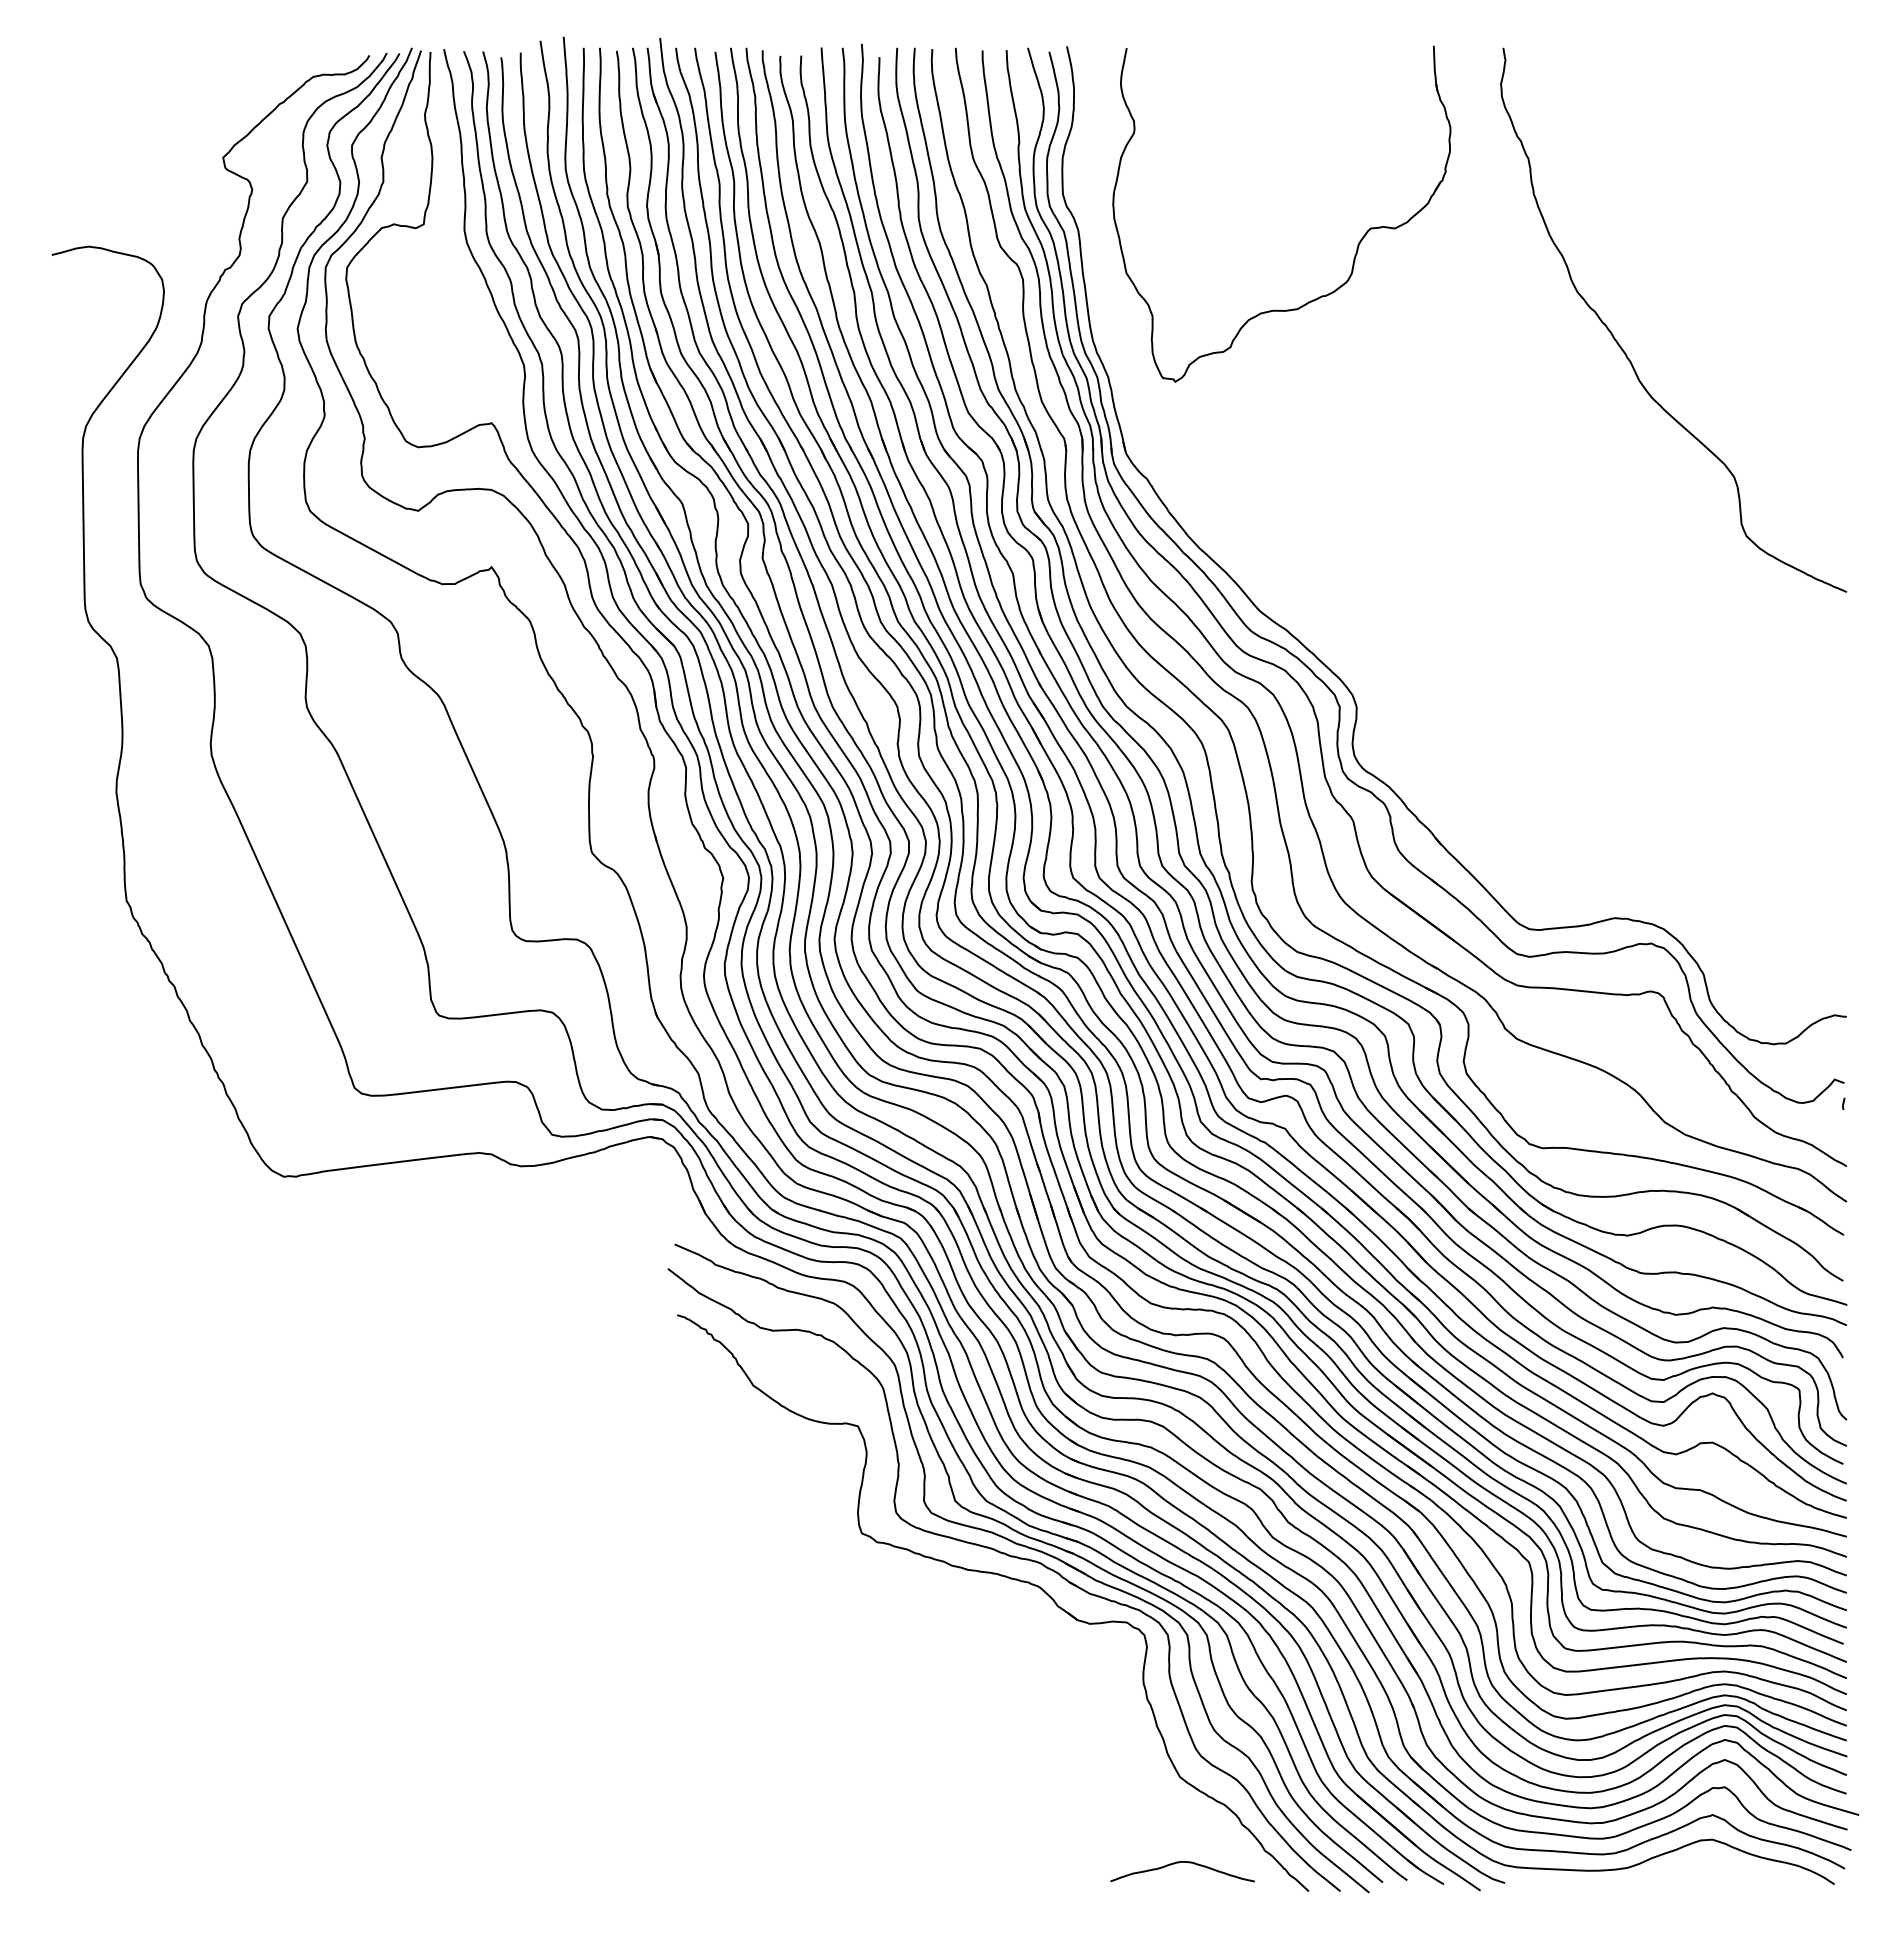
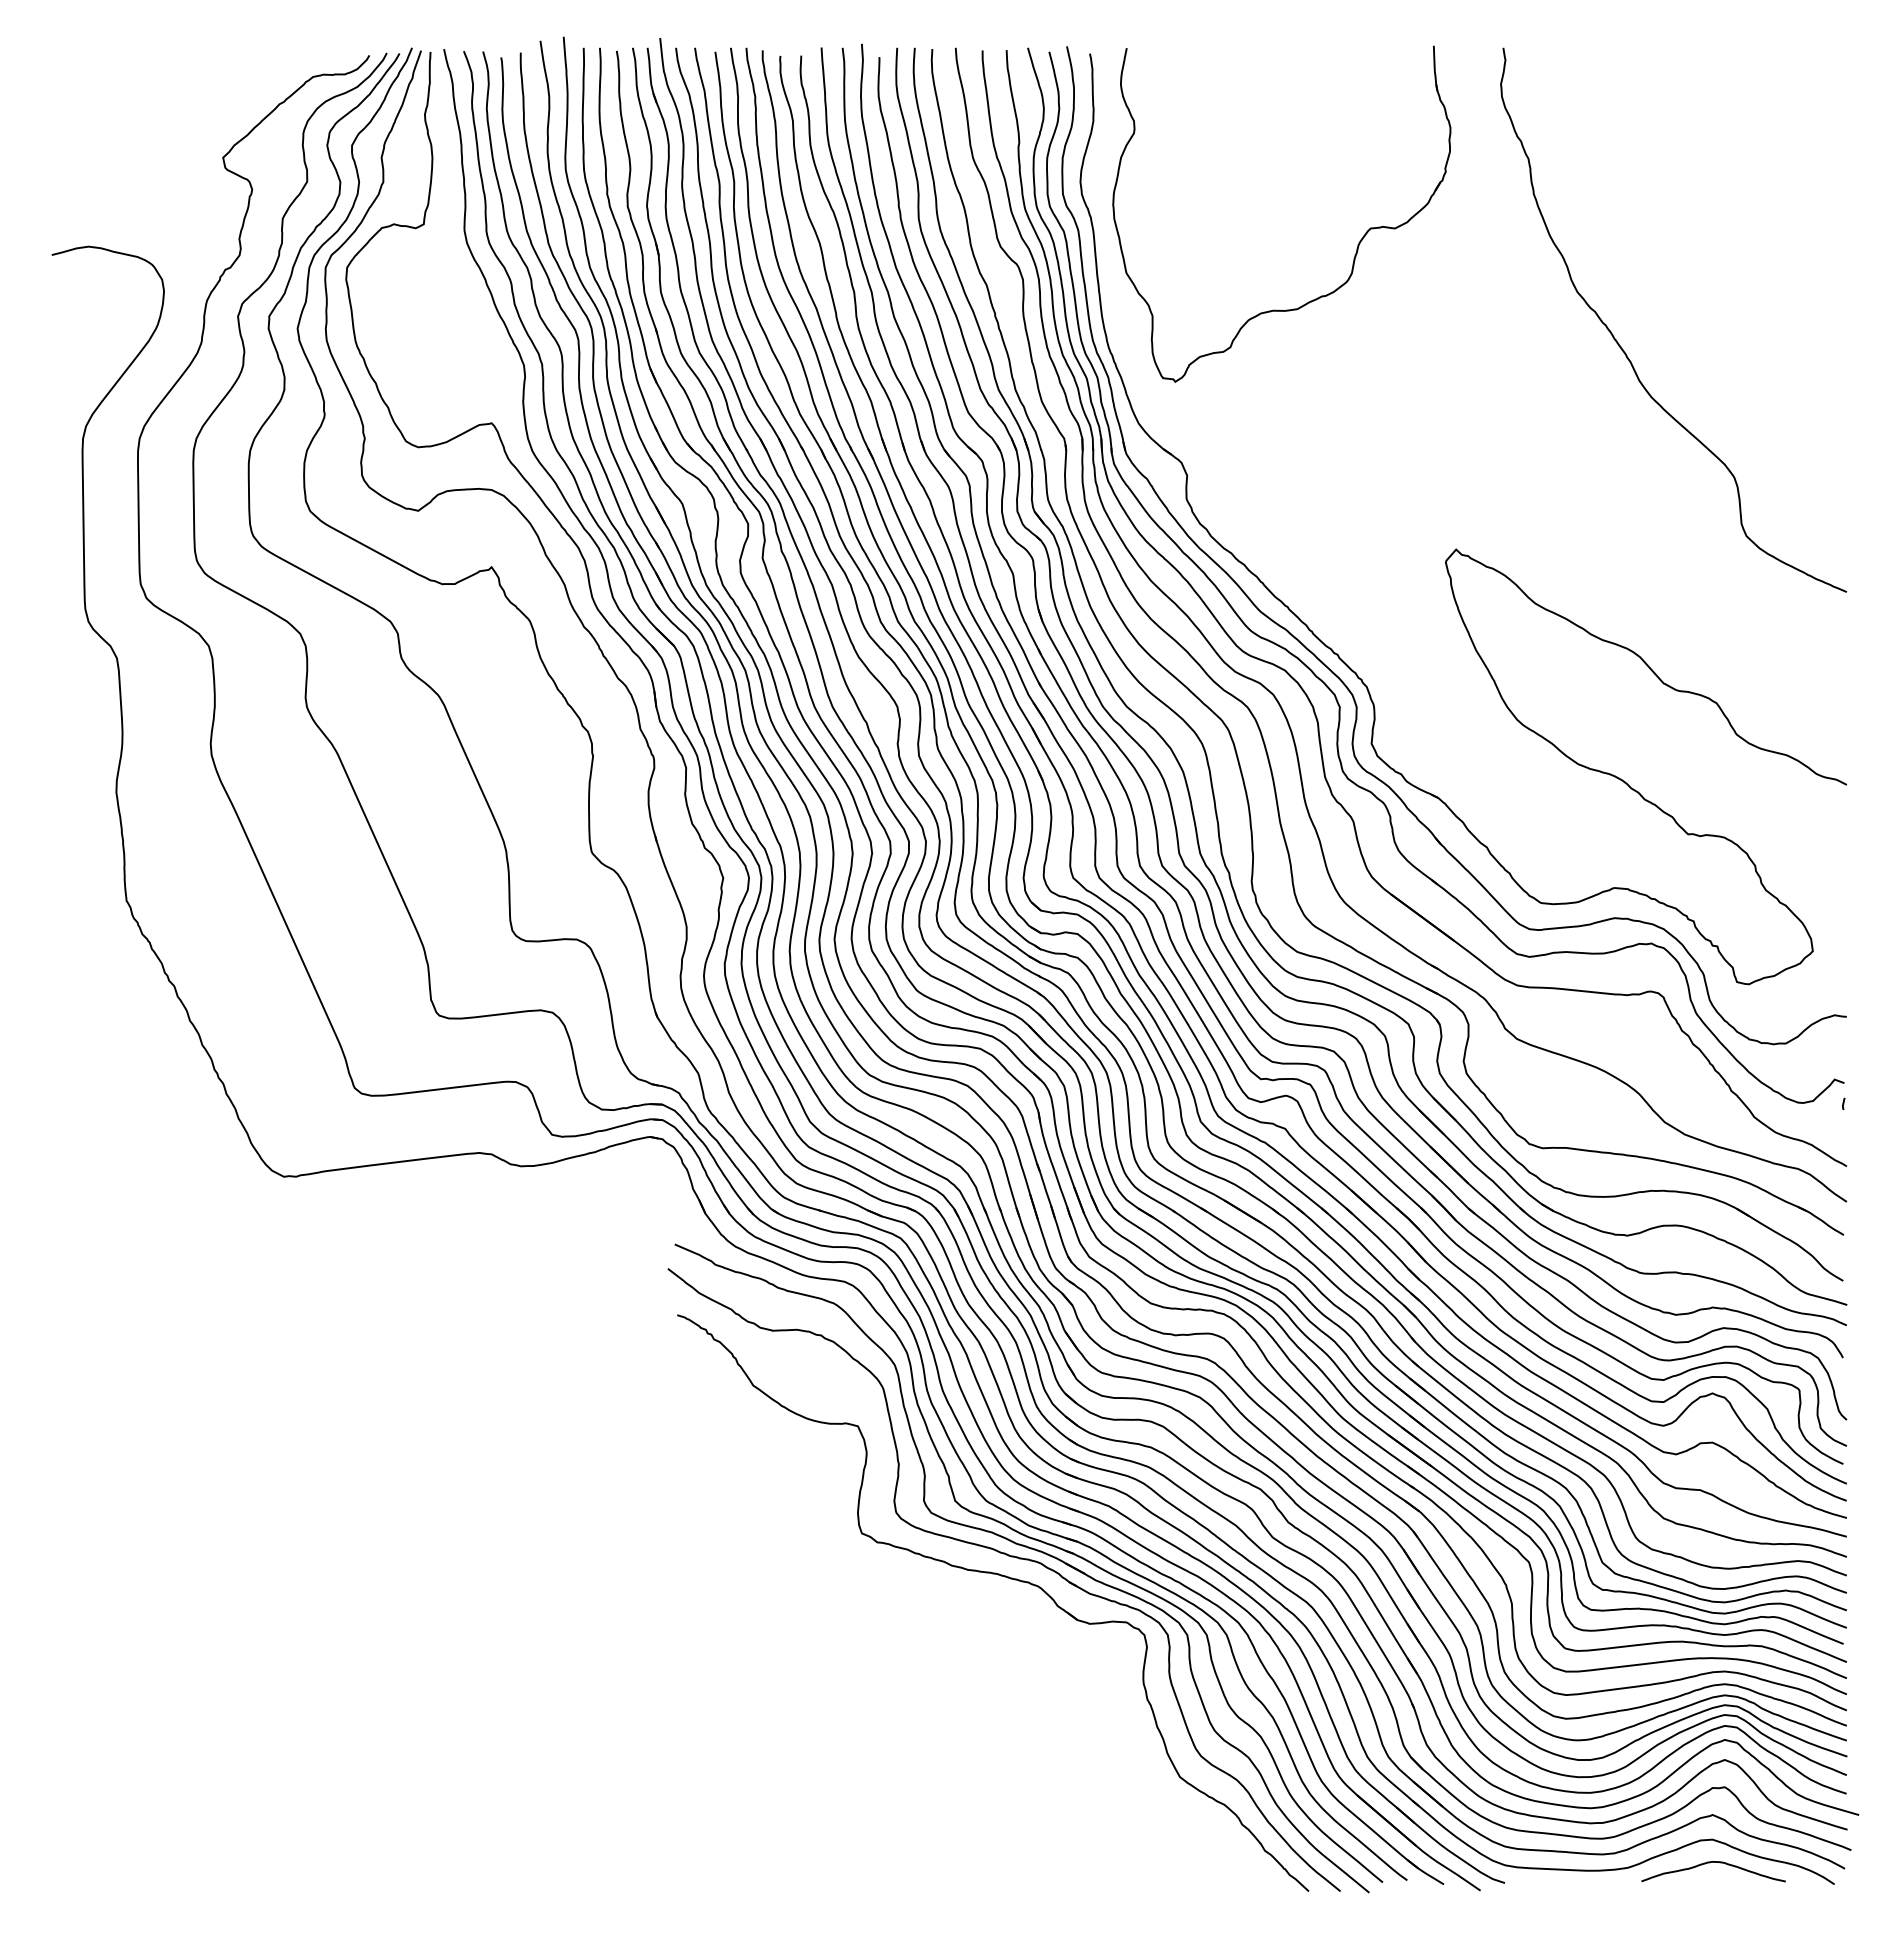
part at (1456, 548): none -> present
curve at (1179, 1863) position: (1179, 1863) -> (1710, 1863)
